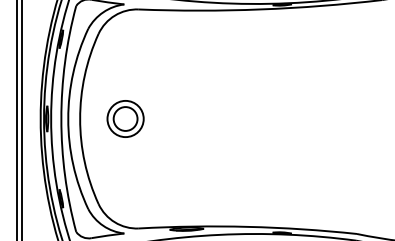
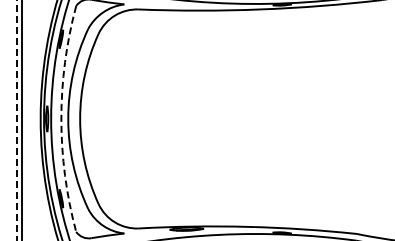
arc at (61, 118): solid -> dashed
part at (125, 118): present -> none
line at (16, 120): solid -> dashed
